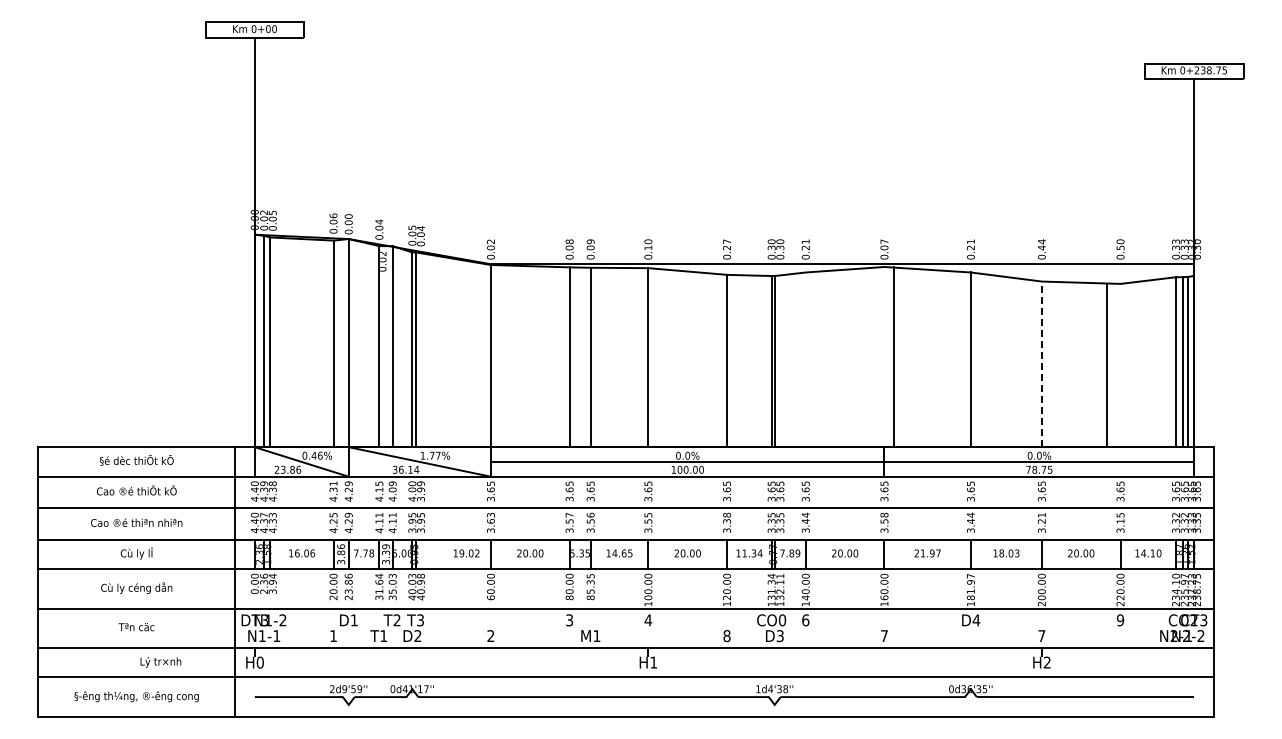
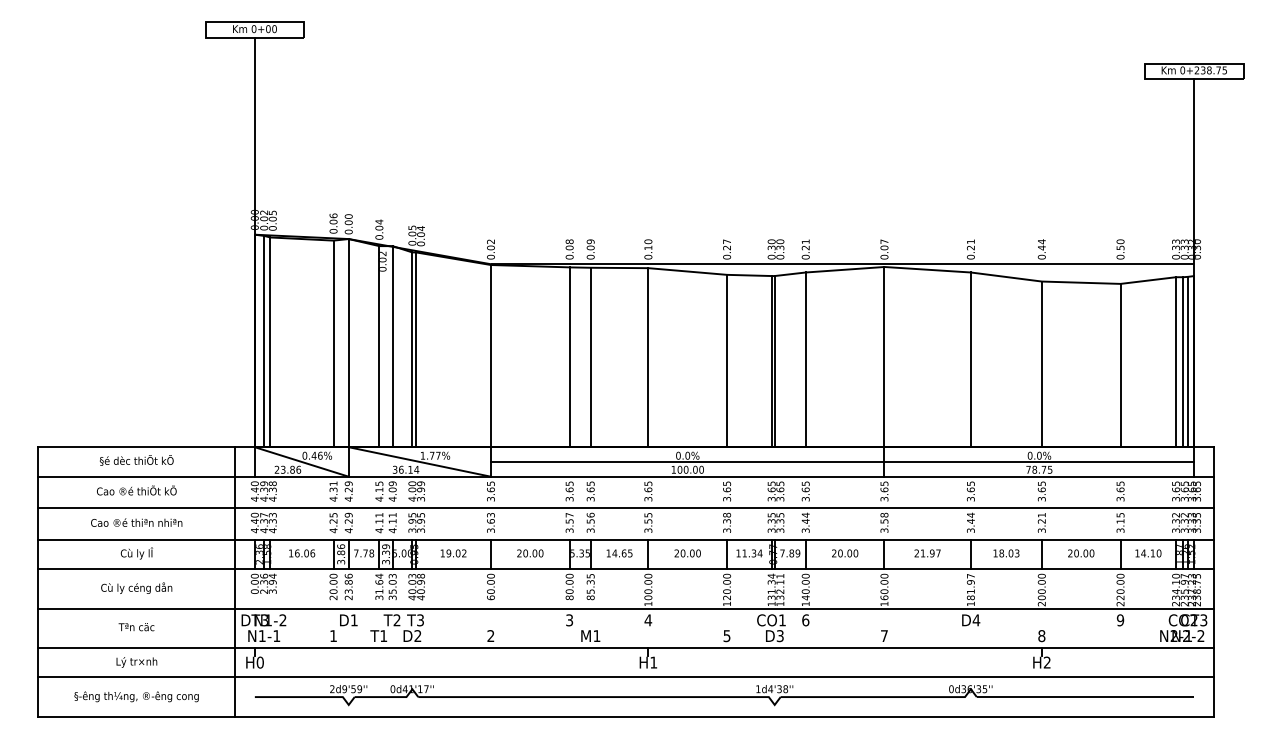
line at (894, 356) position: (894, 356) -> (884, 356)
line at (805, 359): none -> present
line at (1041, 364): dashed -> solid
line at (1106, 365) position: (1106, 365) -> (1120, 365)
text at (466, 553) position: (466, 553) -> (453, 553)
text at (782, 620): CO0 -> CO1
text at (726, 636): 8 -> 5
text at (1041, 636): 7 -> 8
text at (160, 662) position: (160, 662) -> (136, 662)
